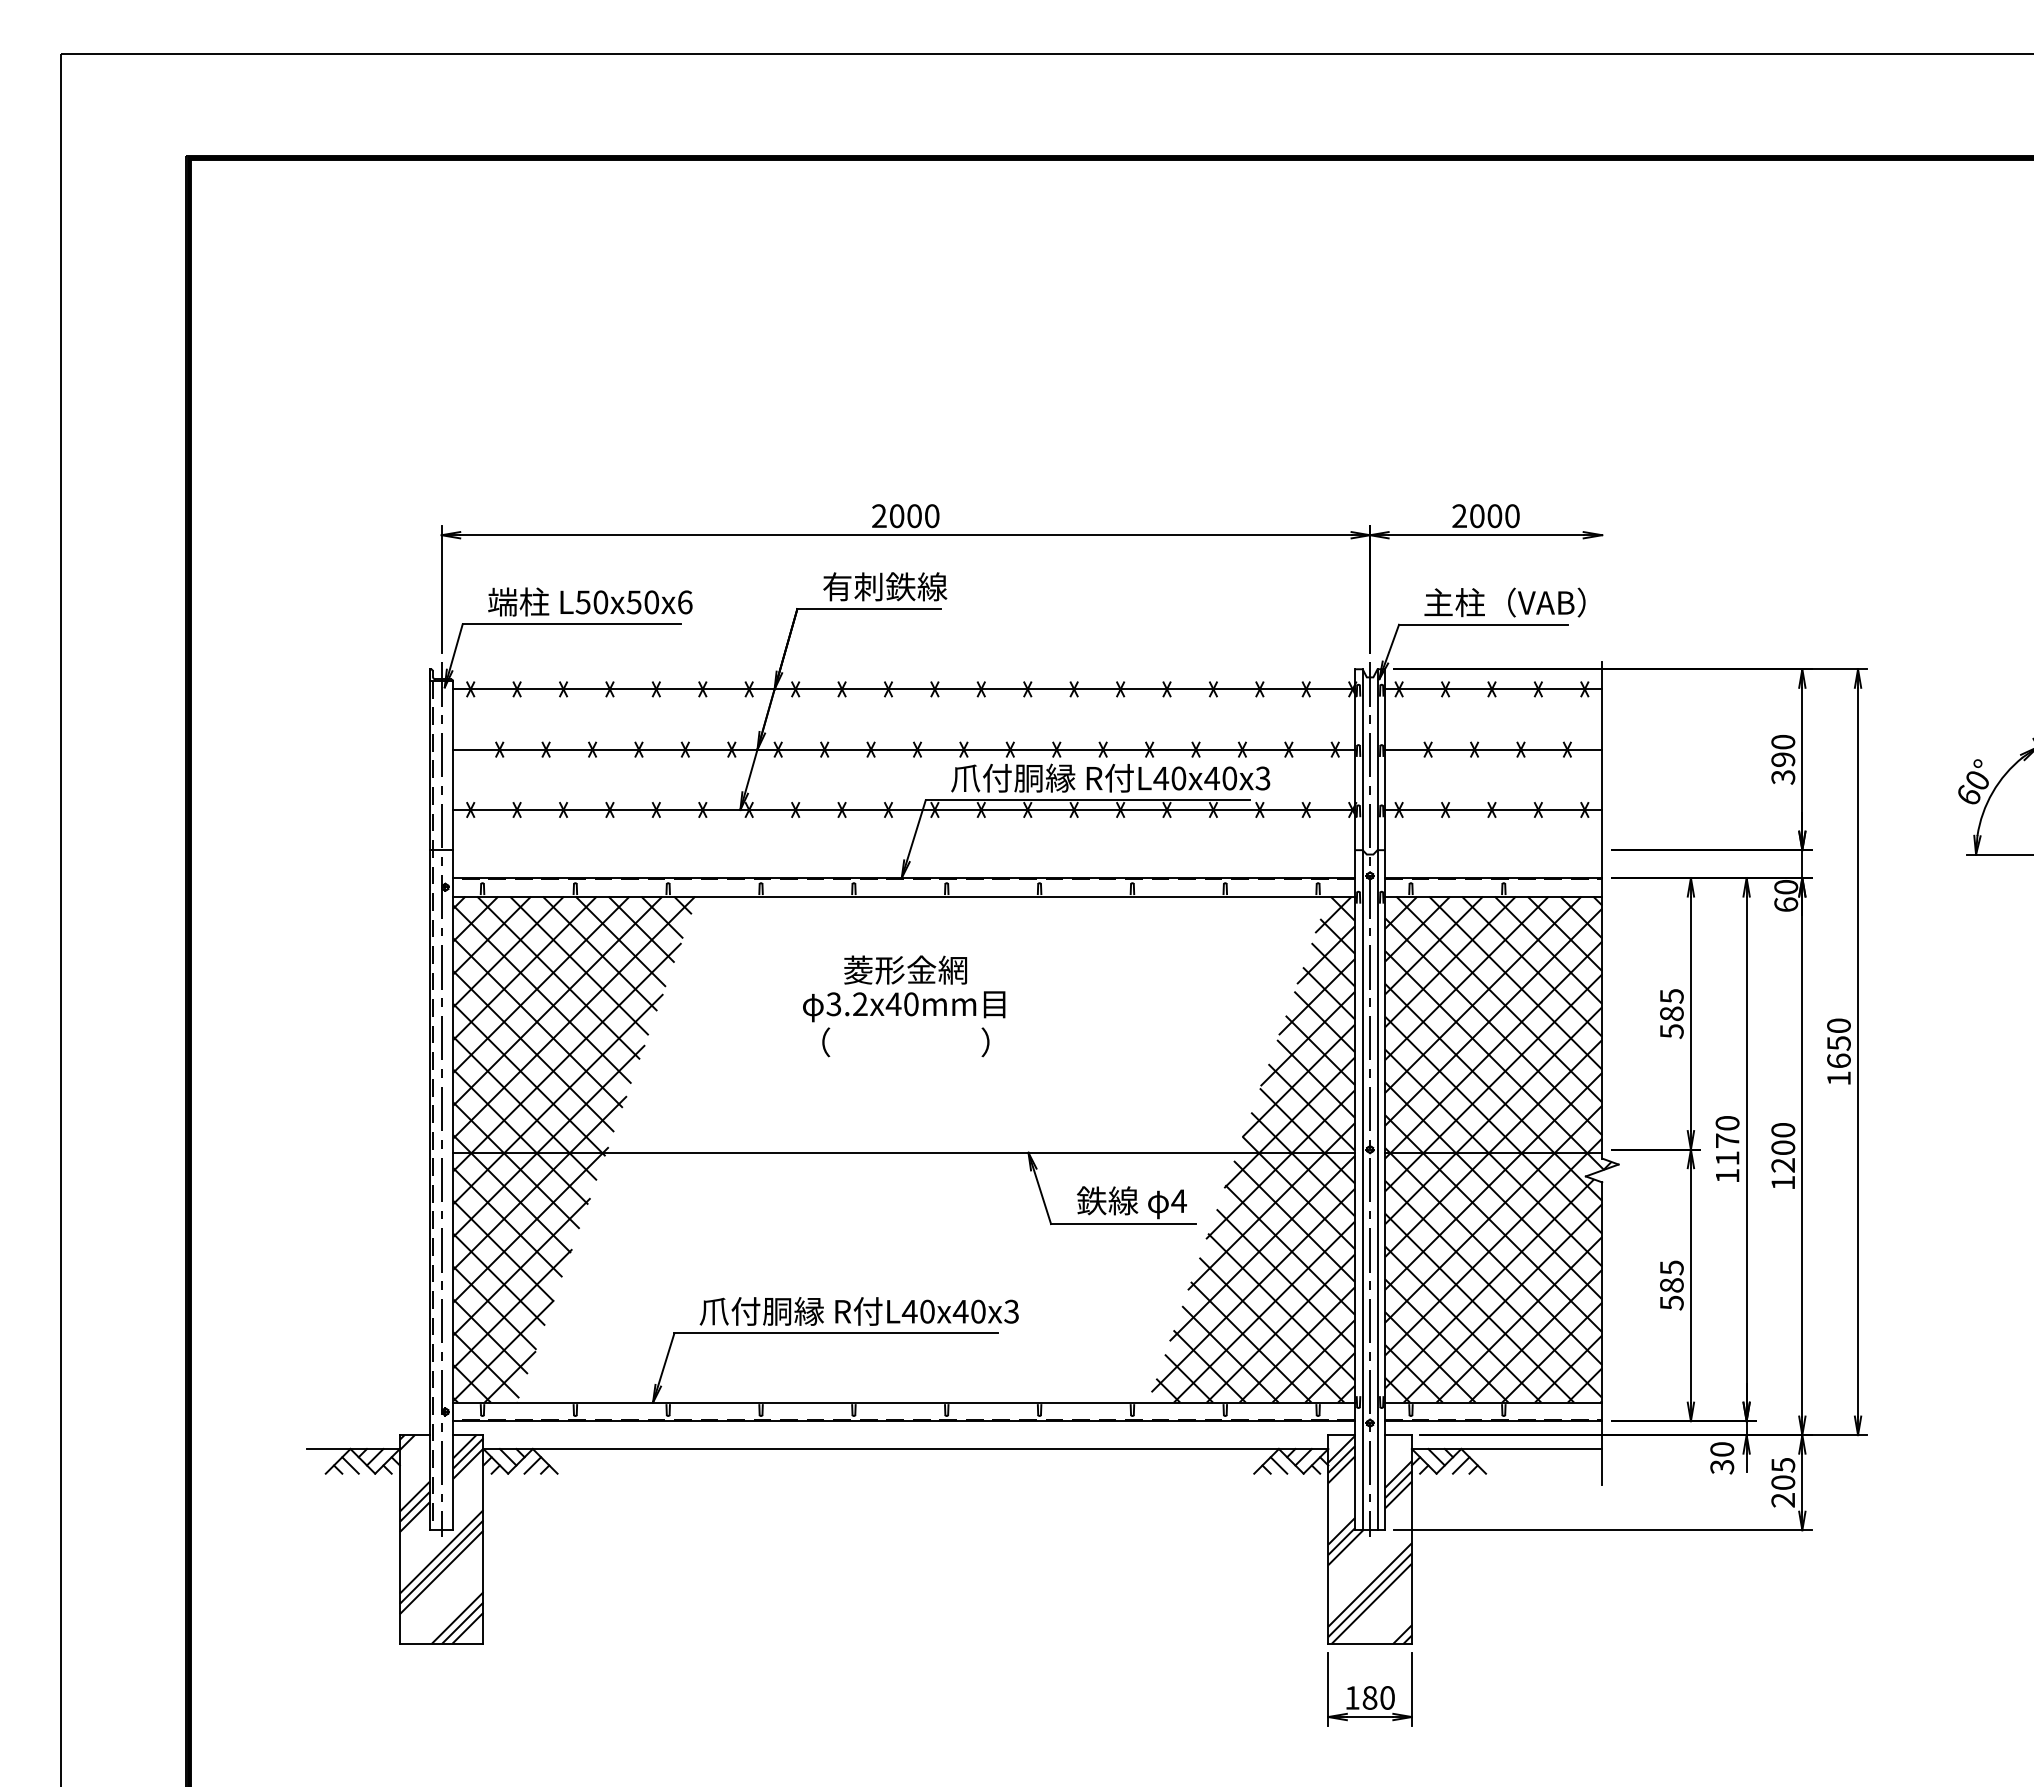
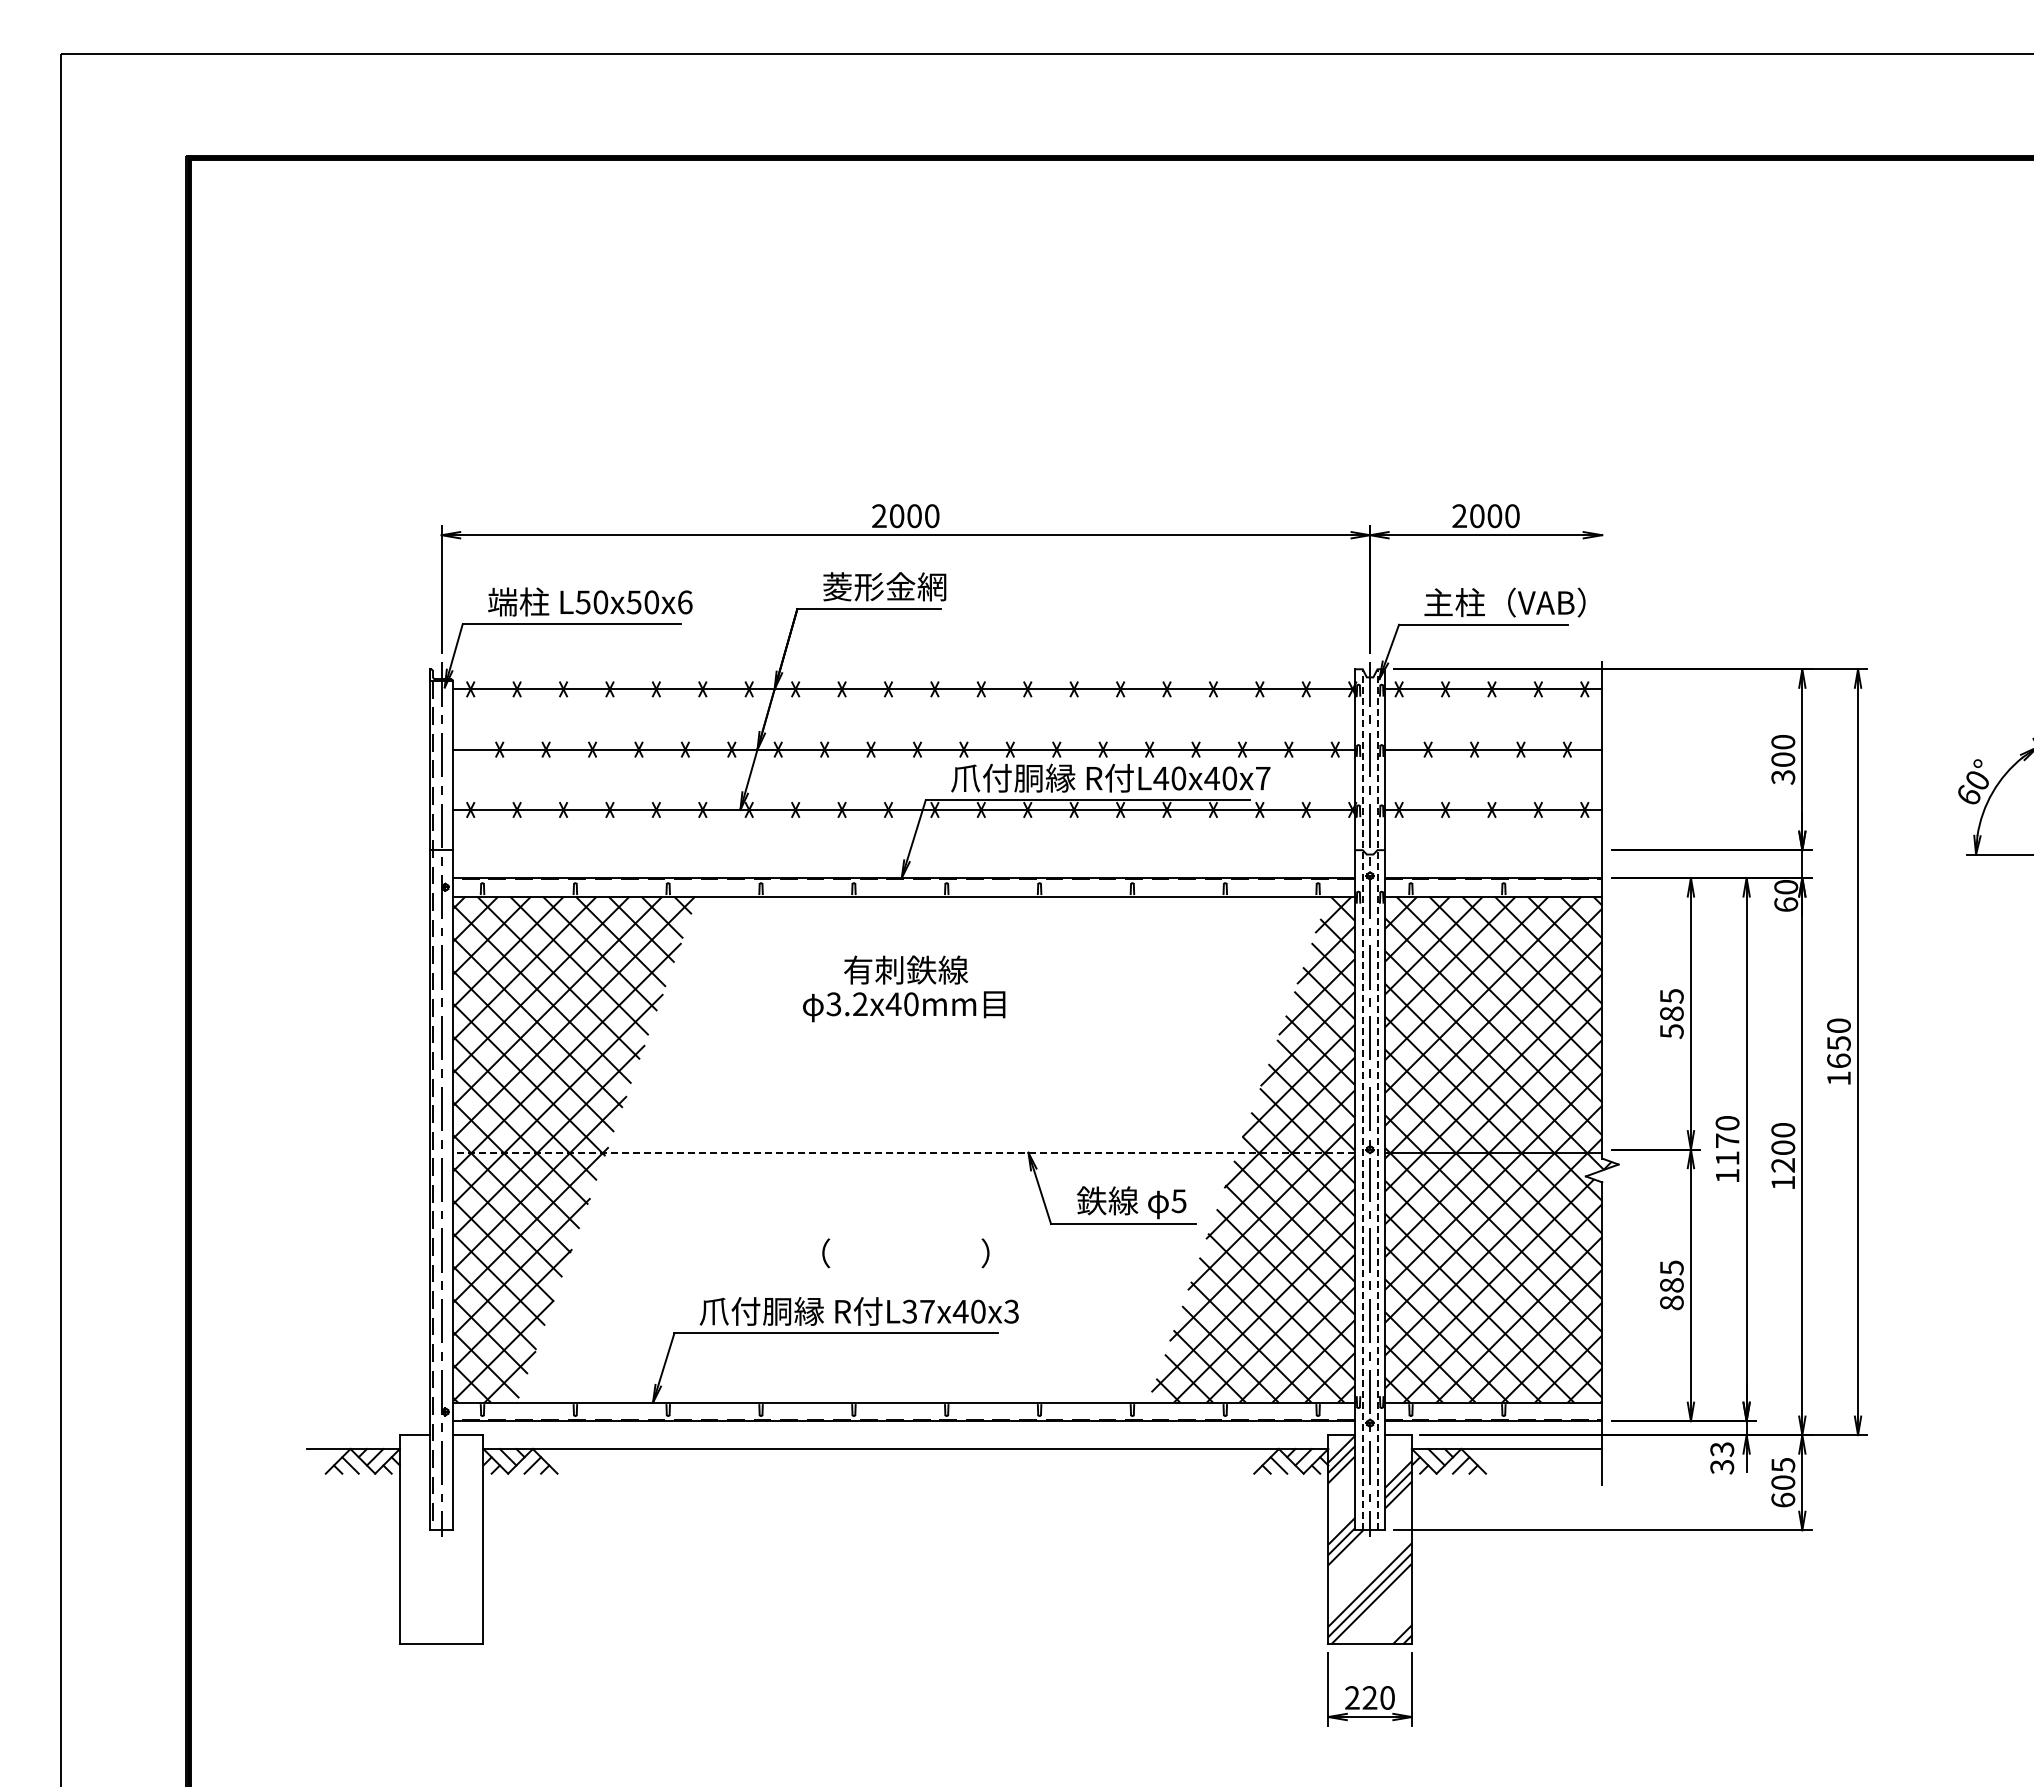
text at (885, 586): 有刺鉄線 -> 菱形金網
text at (1783, 759): 390 -> 300
text at (1262, 778): L40x40x3 -> L40x40x7
text at (906, 969): 菱形金網 -> 有刺鉄線
text at (905, 1042) position: (905, 1042) -> (905, 1253)
line at (1362, 1099): solid -> dashed
line at (1377, 1099): solid -> dashed
line at (904, 1152): solid -> dashed
text at (1179, 1201): 4 -> 5
text at (1671, 1302): 585 -> 885
text at (917, 1311): L40x40x3 -> L37x40x3
text at (1722, 1449): 30 -> 33
text at (1783, 1499): 205 -> 605
hatch at (441, 1539): present -> none
text at (1361, 1697): 180 -> 220
